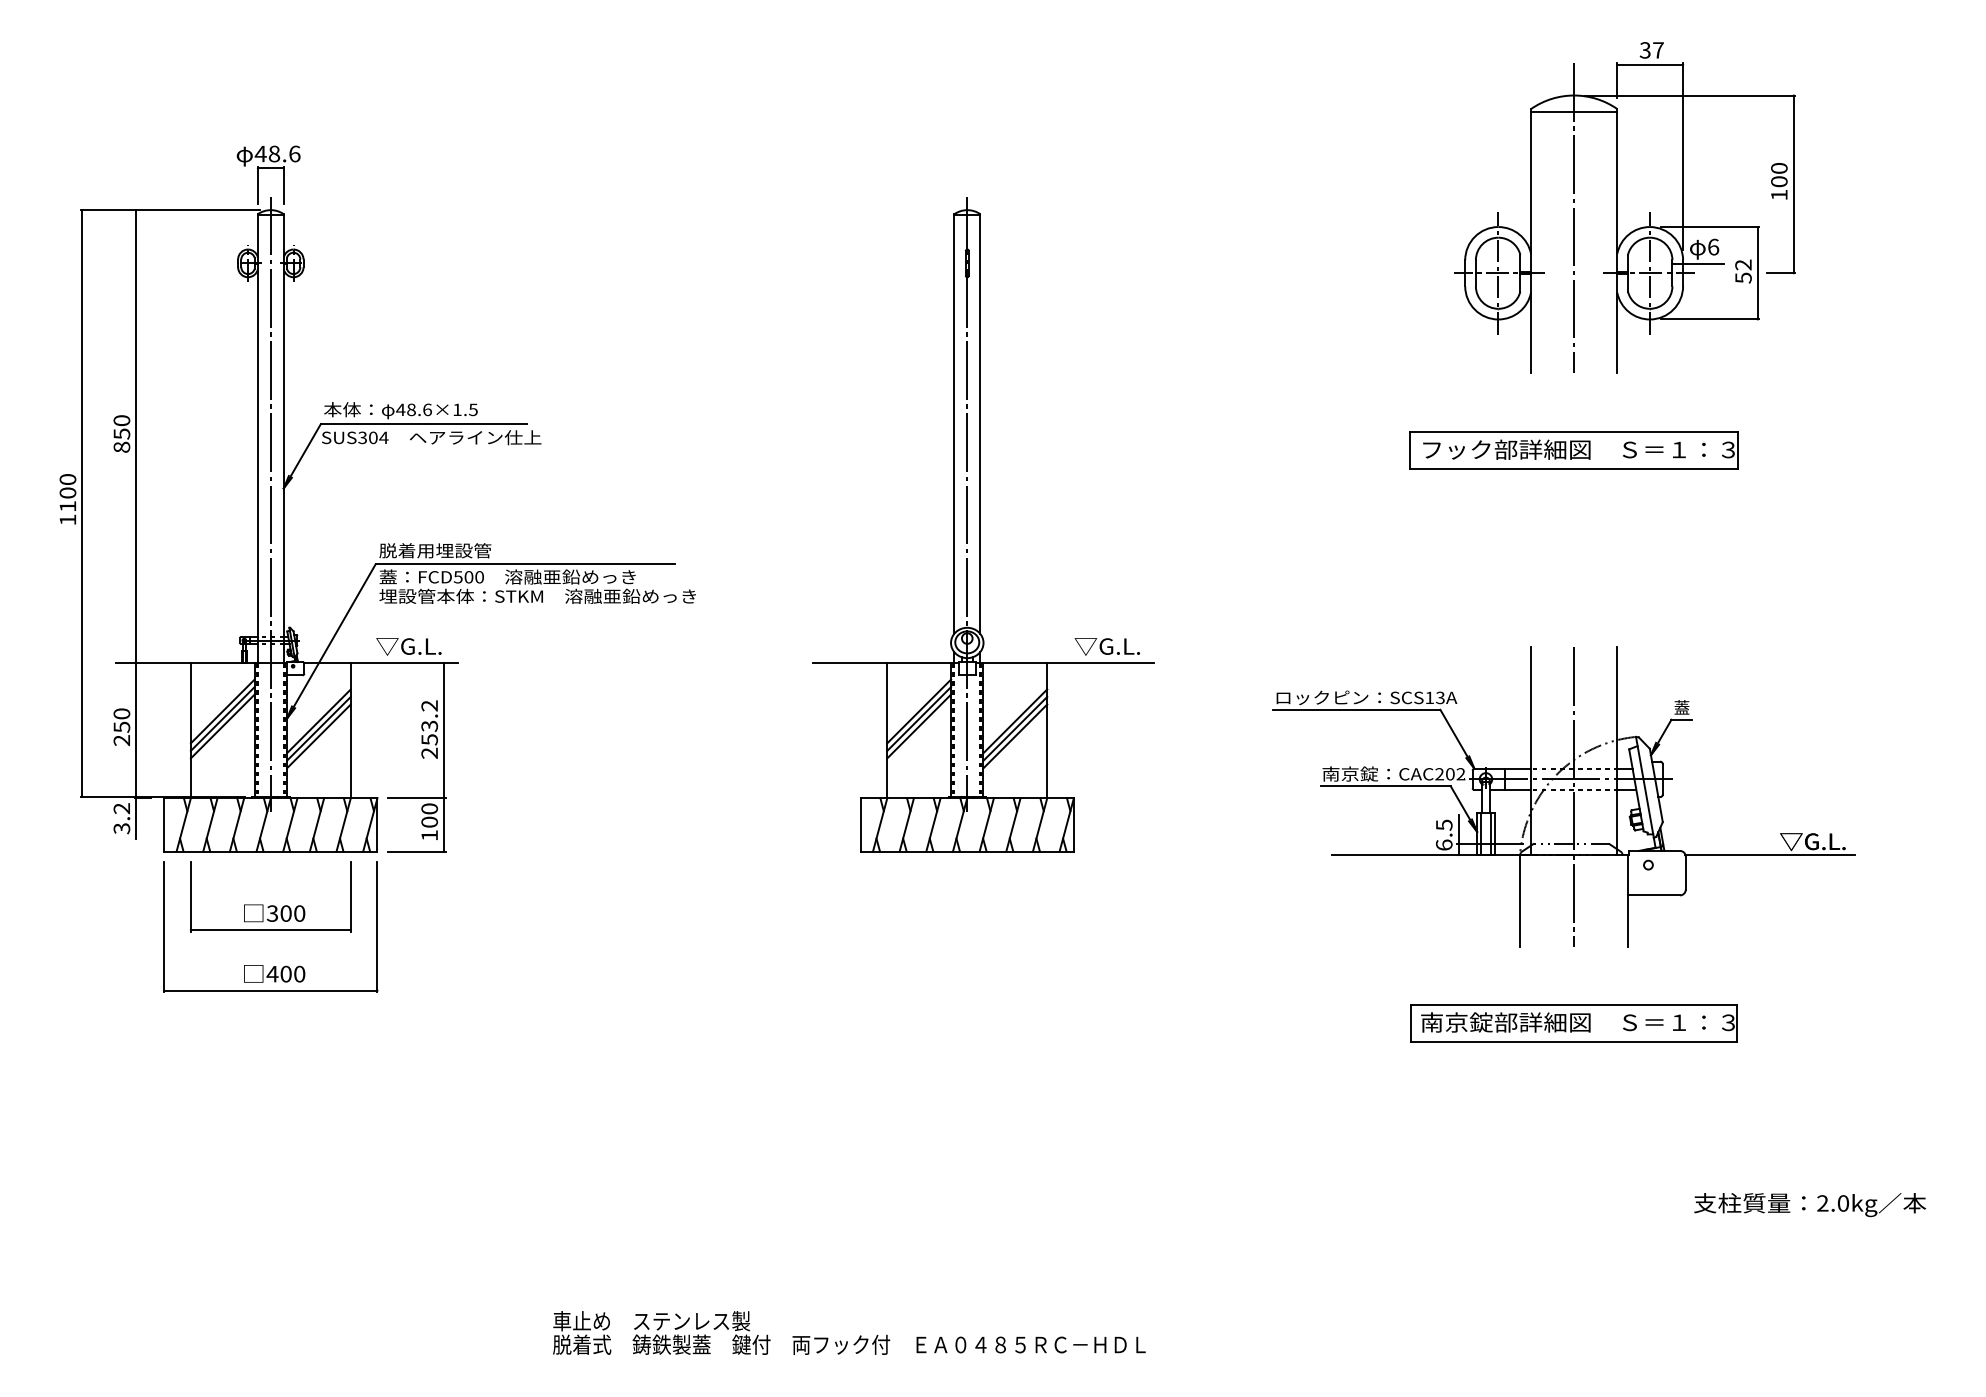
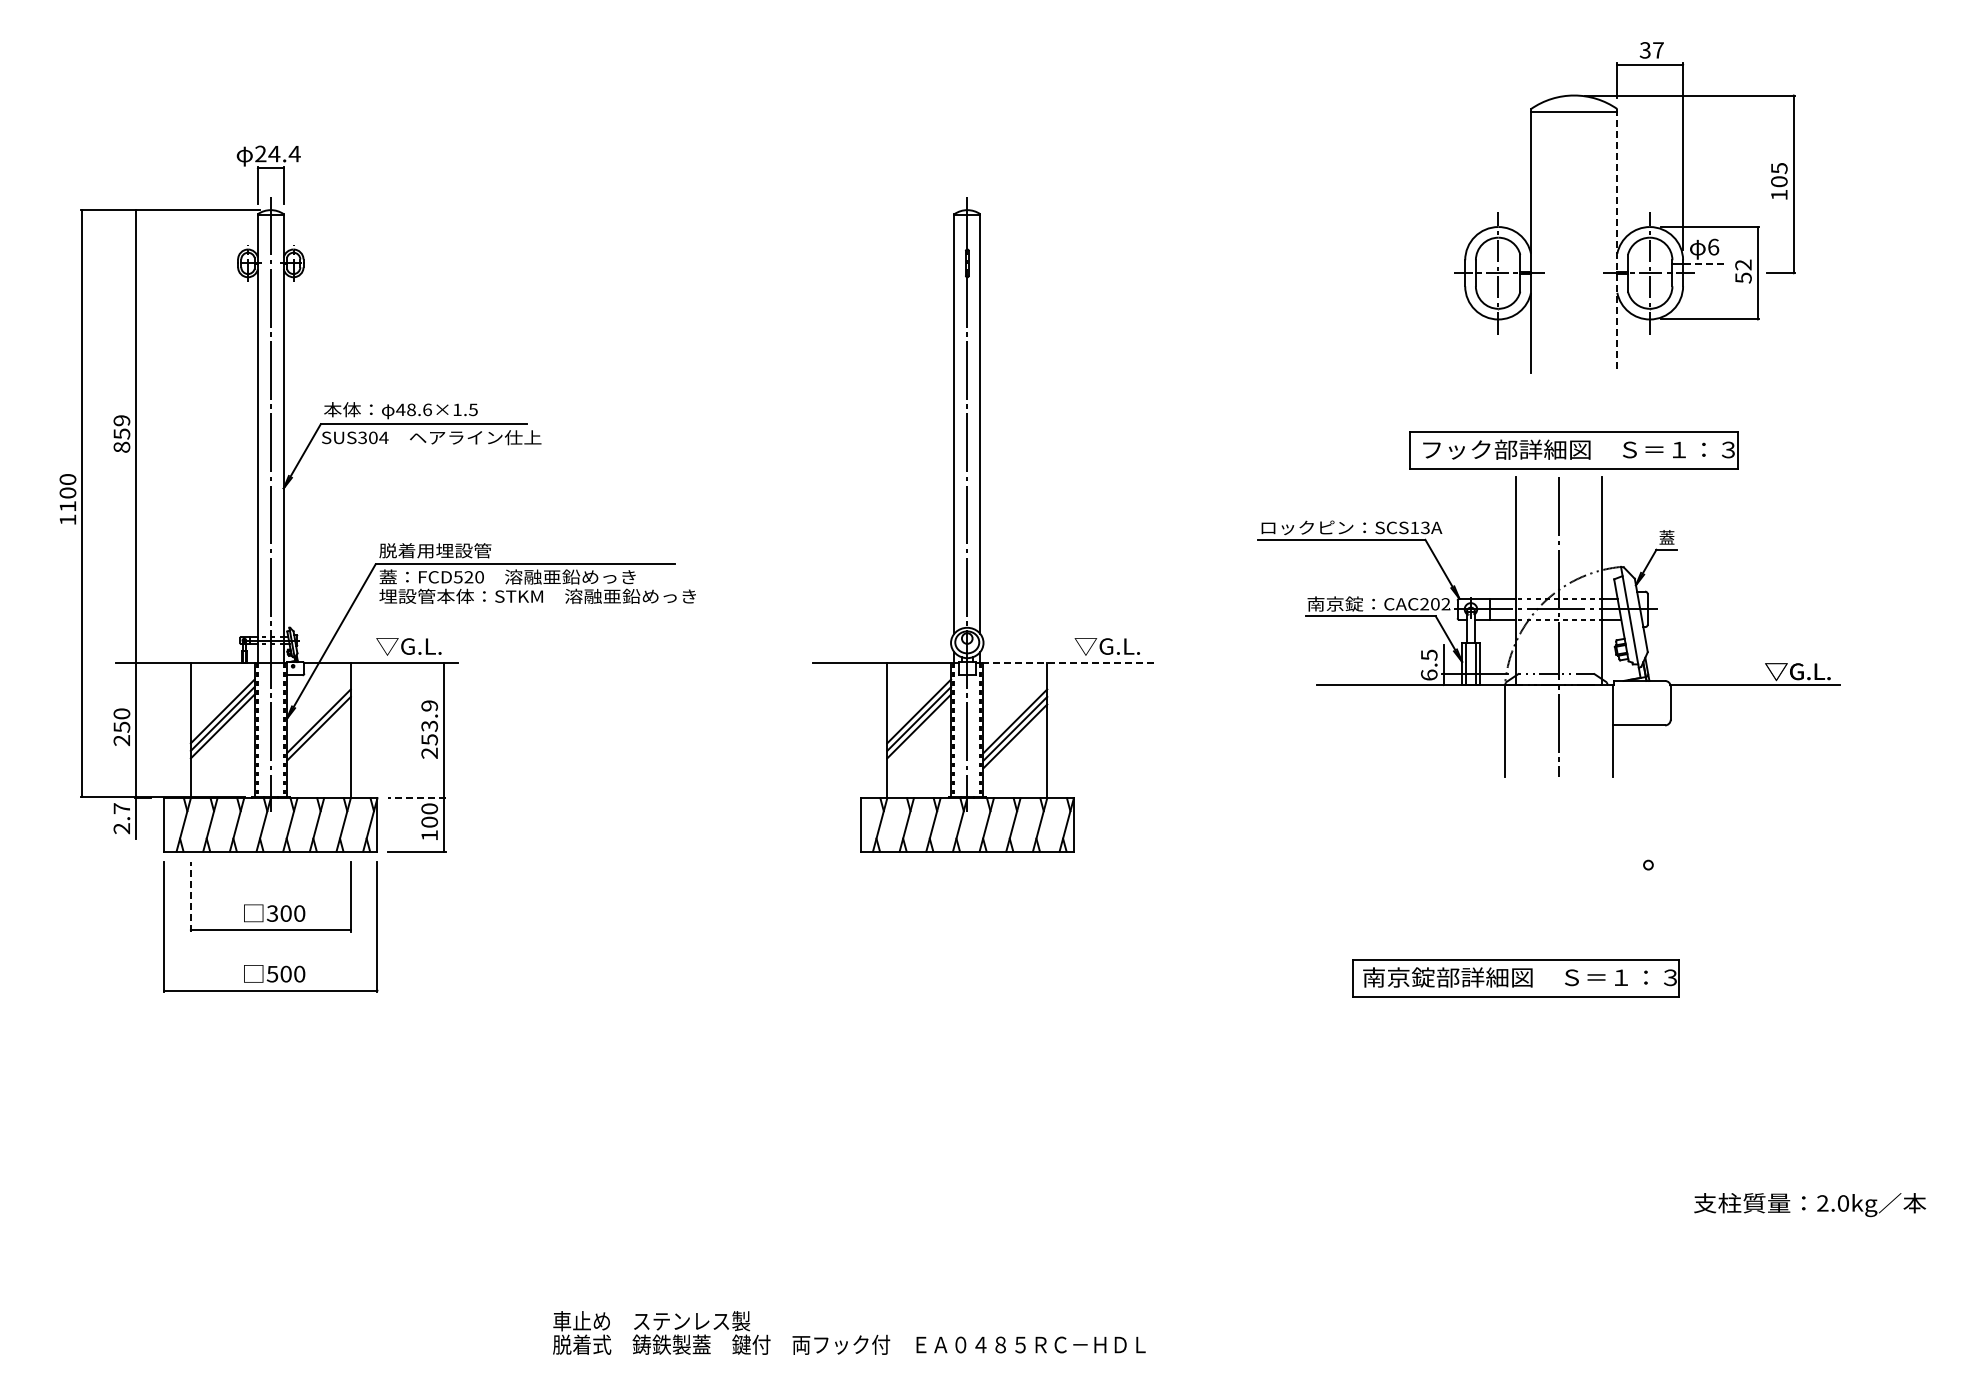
text at (277, 153): 48.6 -> 24.4
text at (1779, 168): 100 -> 105
line at (1574, 217): present -> none
line at (1617, 240): solid -> dashed
line at (1703, 263): solid -> dashed
text at (121, 420): 850 -> 859
text at (468, 577): FCD500 -> FCD520
line at (1068, 663): solid -> dashed
text at (429, 705): 253.2 -> 253.9
line at (318, 736): present -> none
part at (1563, 796) position: (1563, 796) -> (1548, 626)
line at (416, 798): solid -> dashed
text at (121, 818): 3.2 -> 2.7
line at (190, 896): solid -> dashed
text at (272, 974): 400 -> 500
part at (1573, 1023) position: (1573, 1023) -> (1515, 978)
